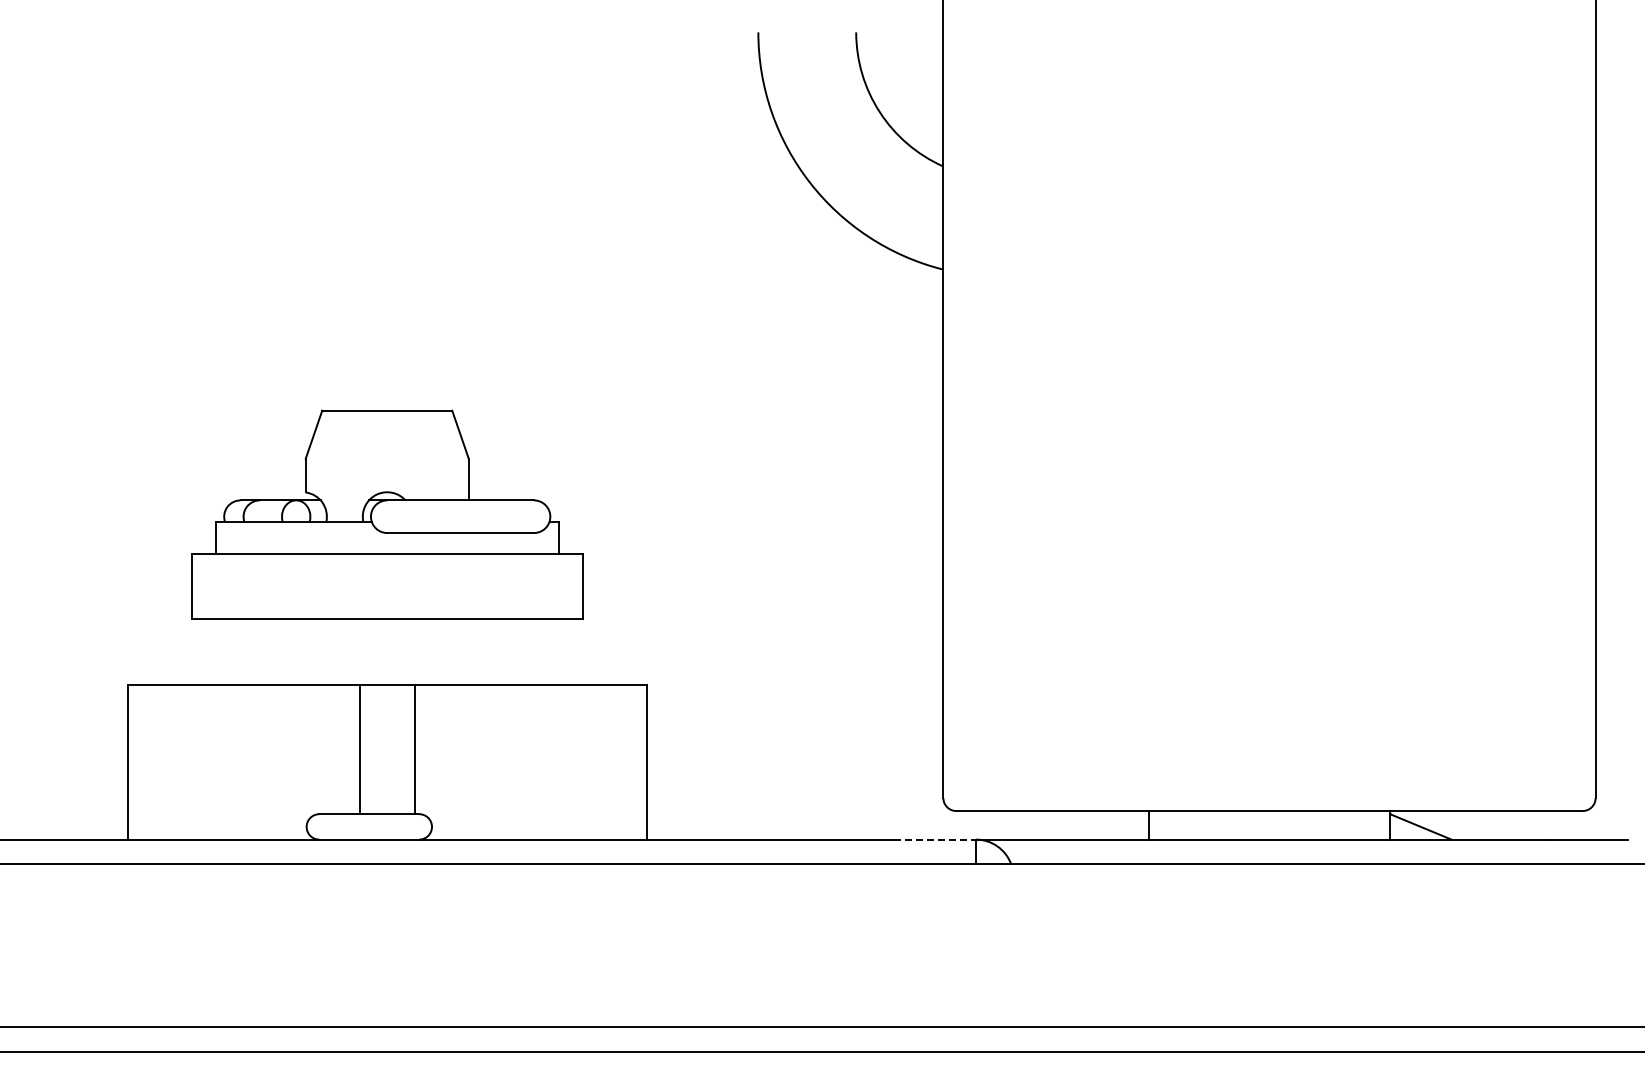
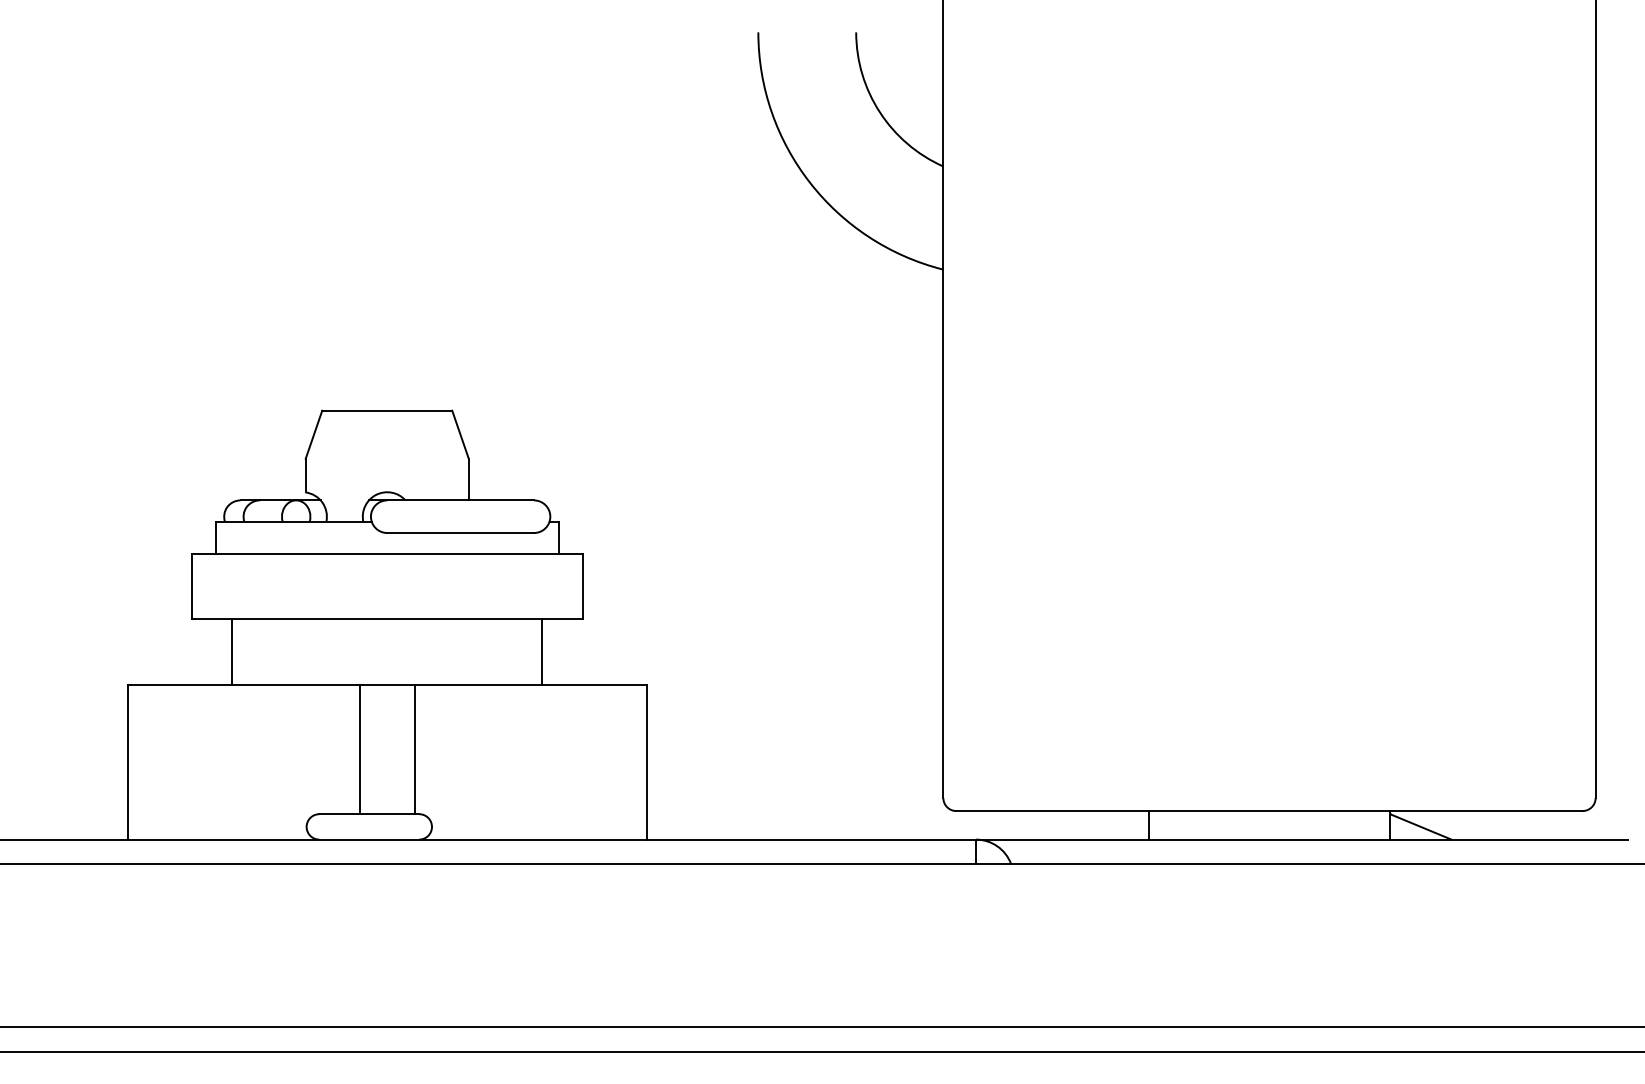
line at (232, 651): none -> present
line at (542, 651): none -> present
line at (935, 839): dashed -> solid
